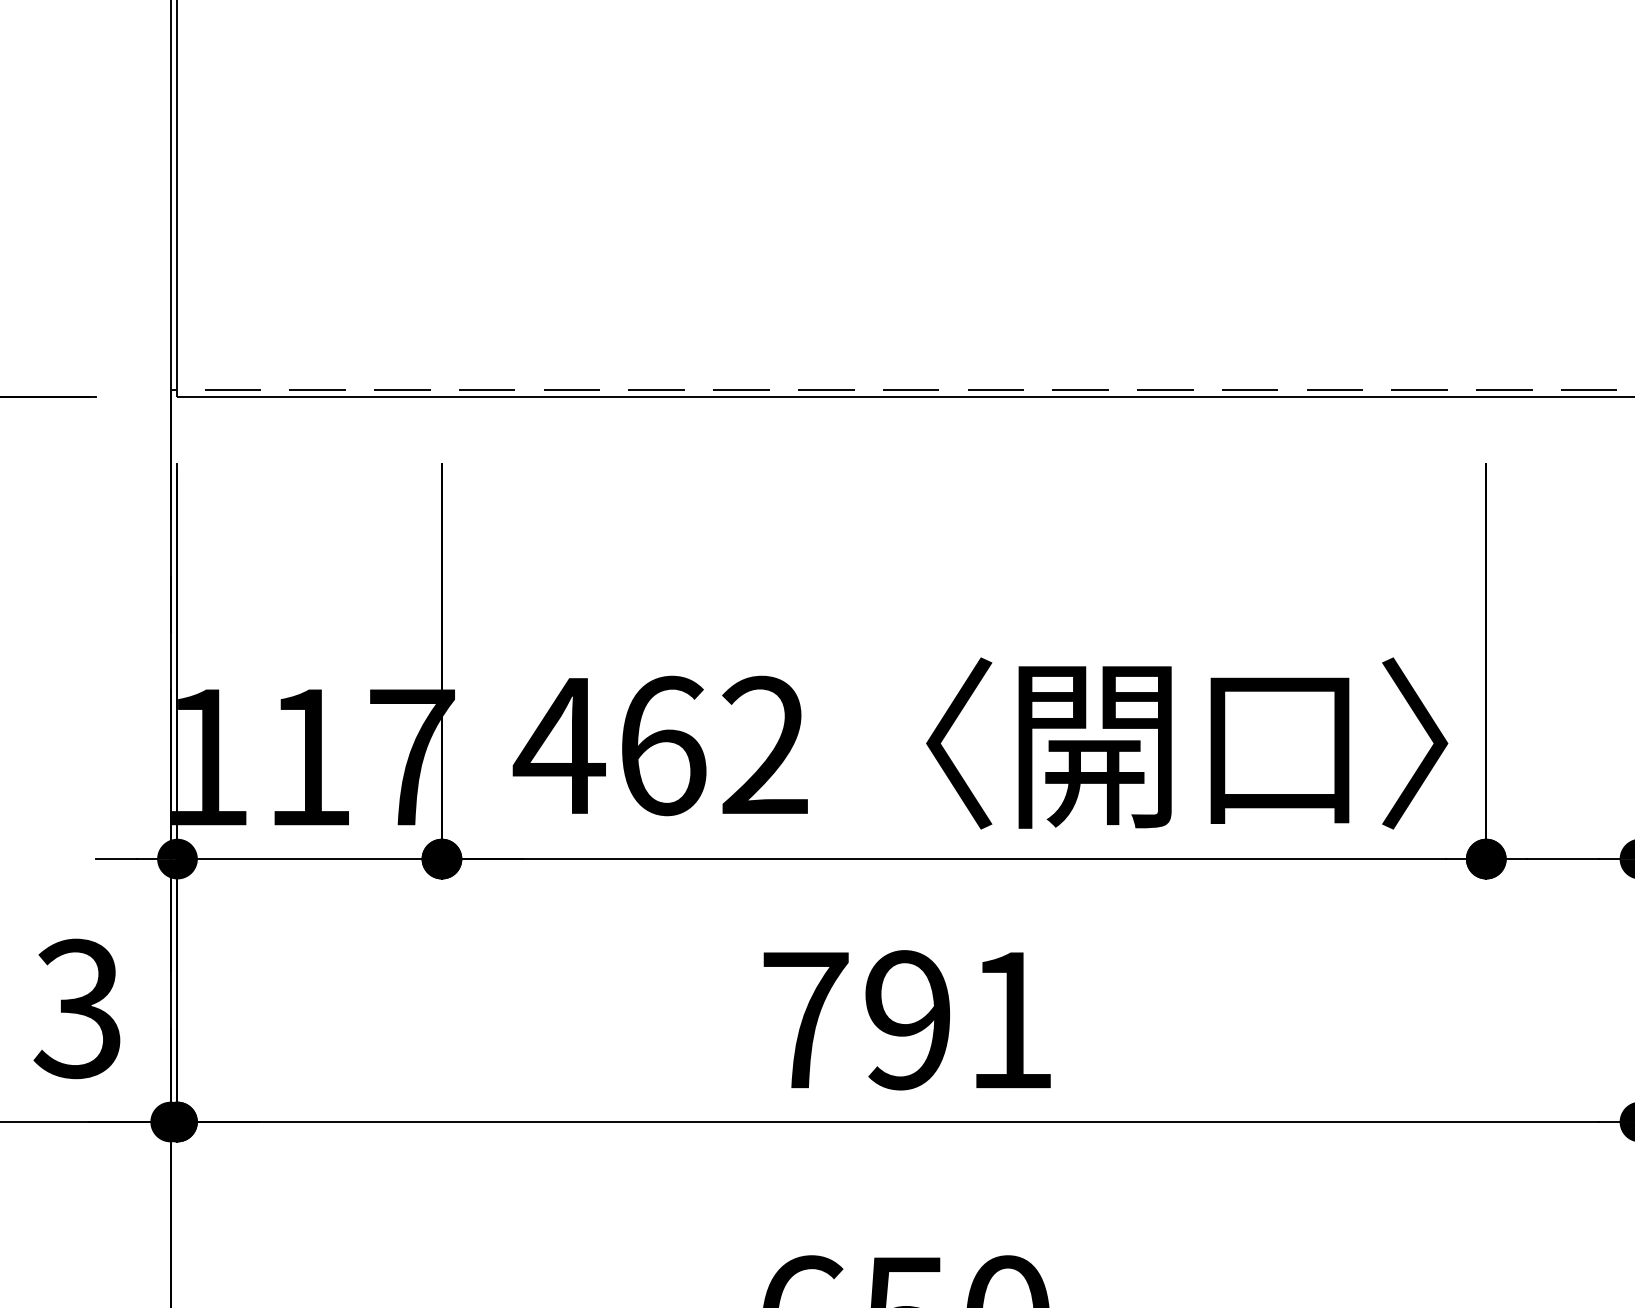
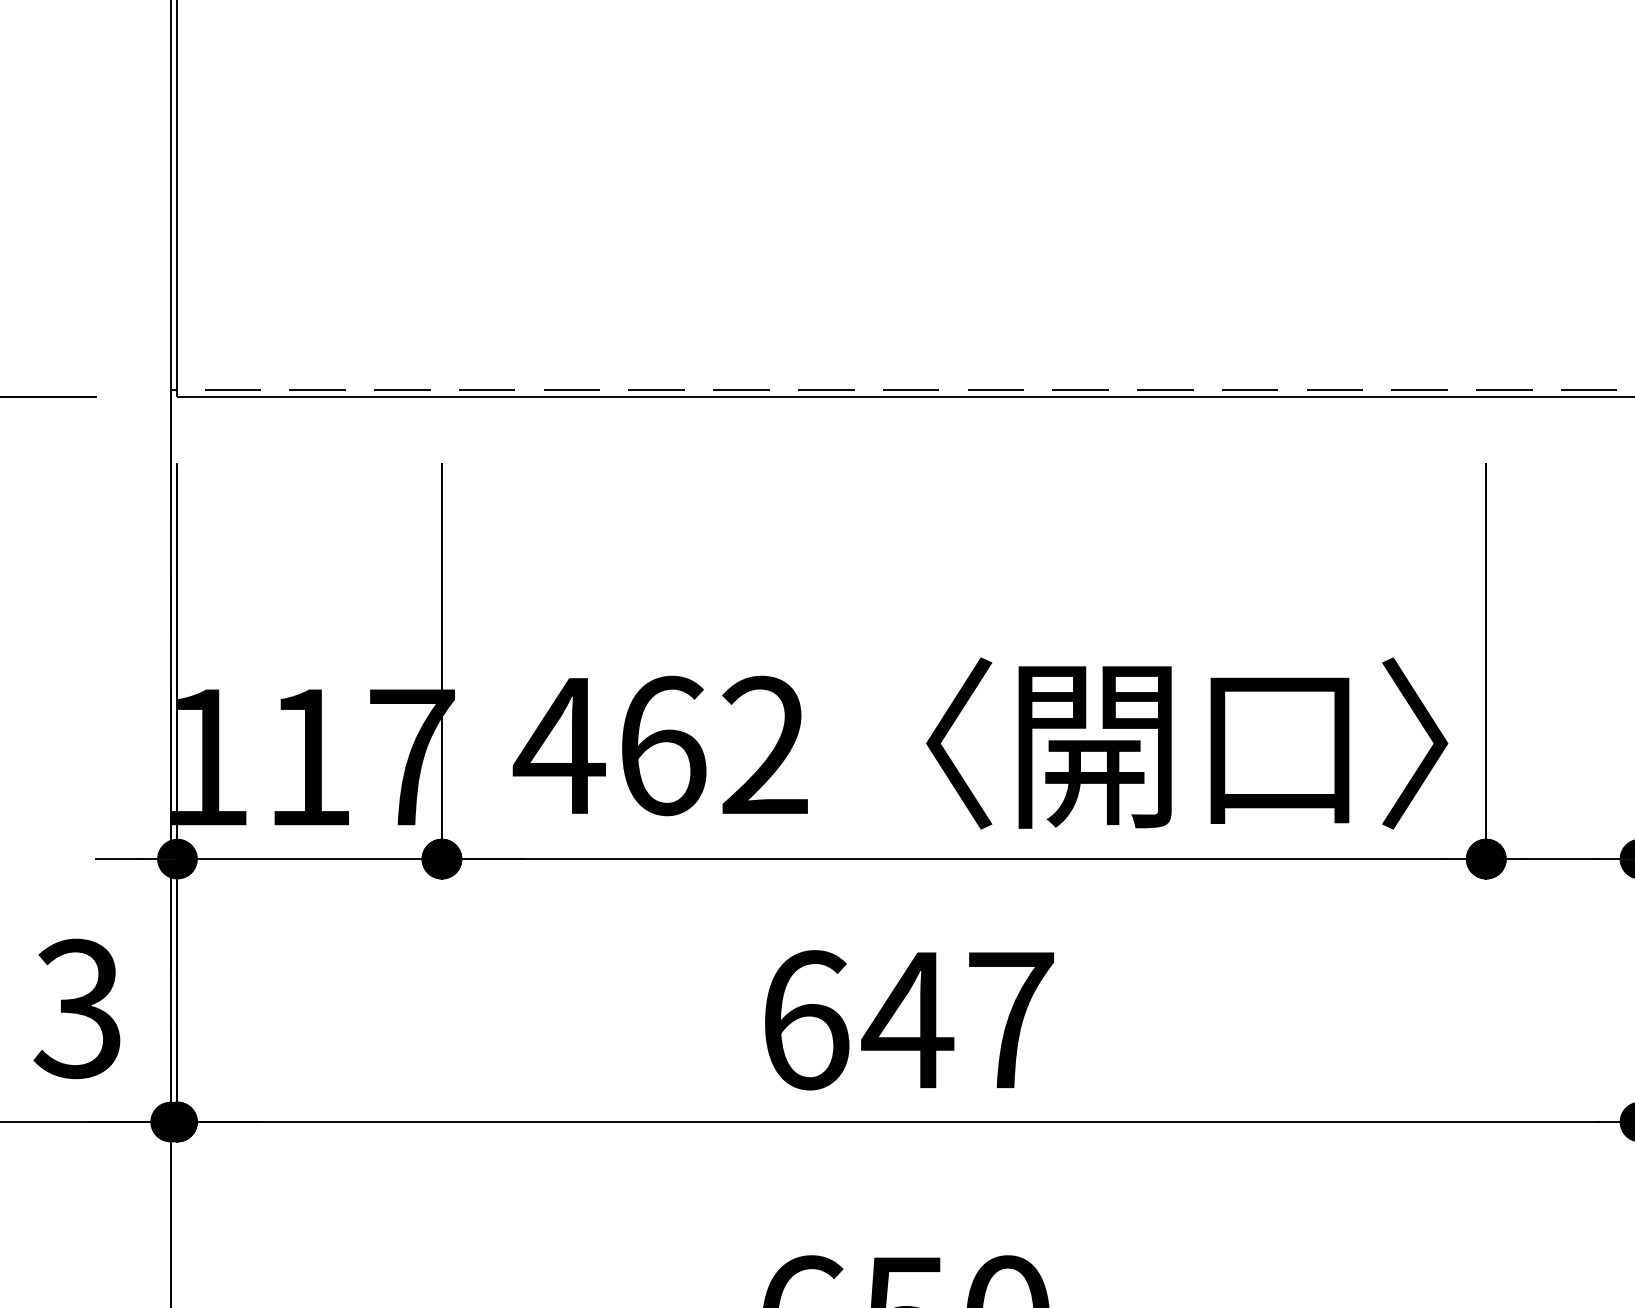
text at (908, 1020): 791 -> 647
